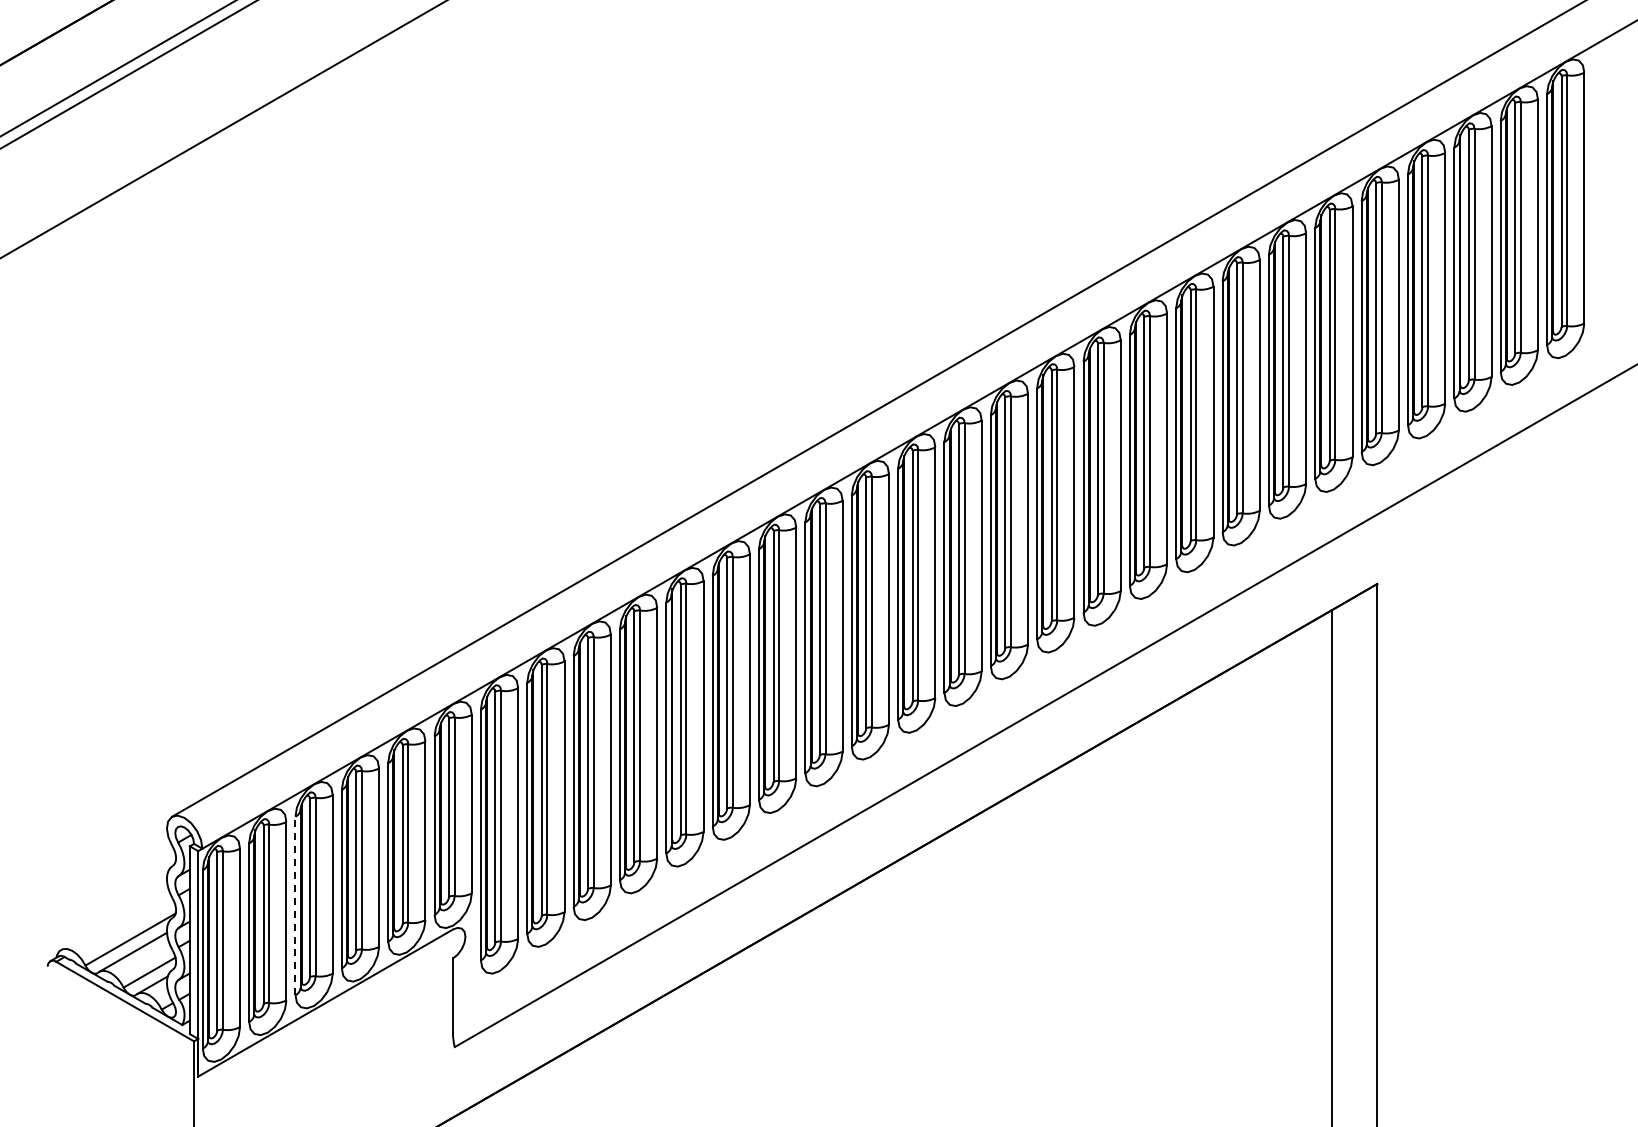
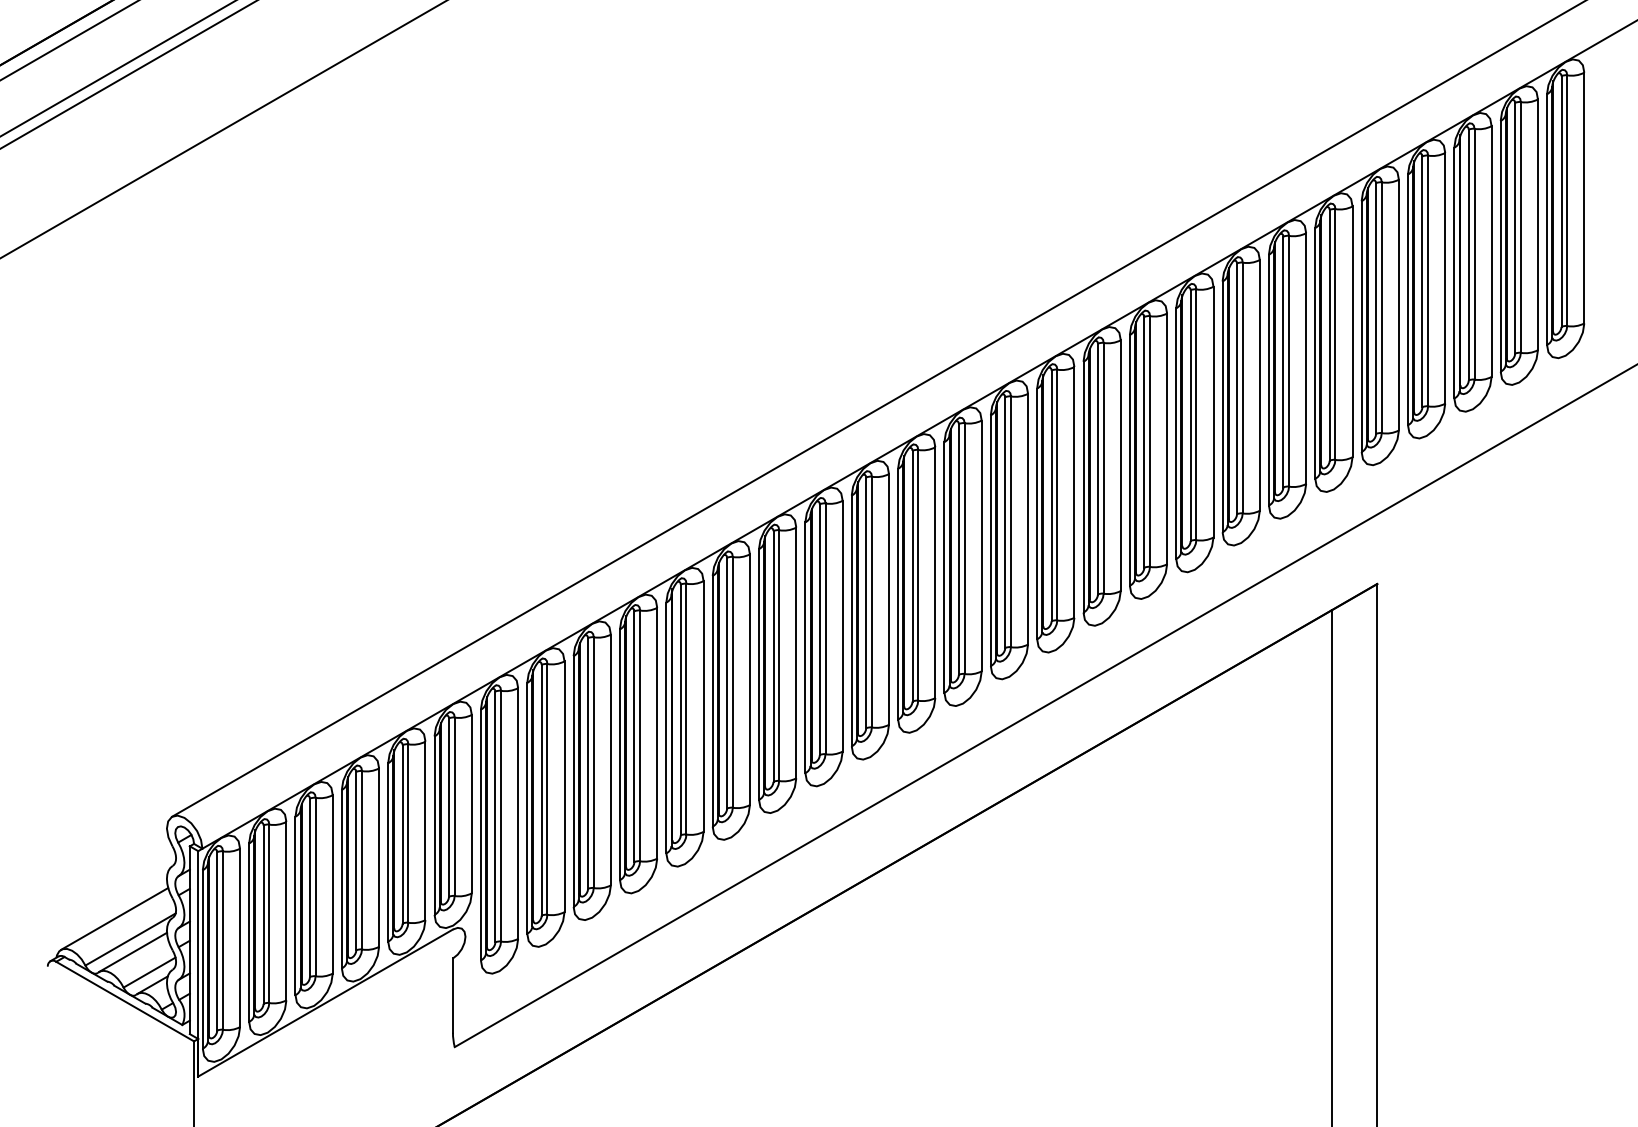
line at (68, 40): none -> present
line at (295, 905): dashed -> solid
line at (114, 918): none -> present
